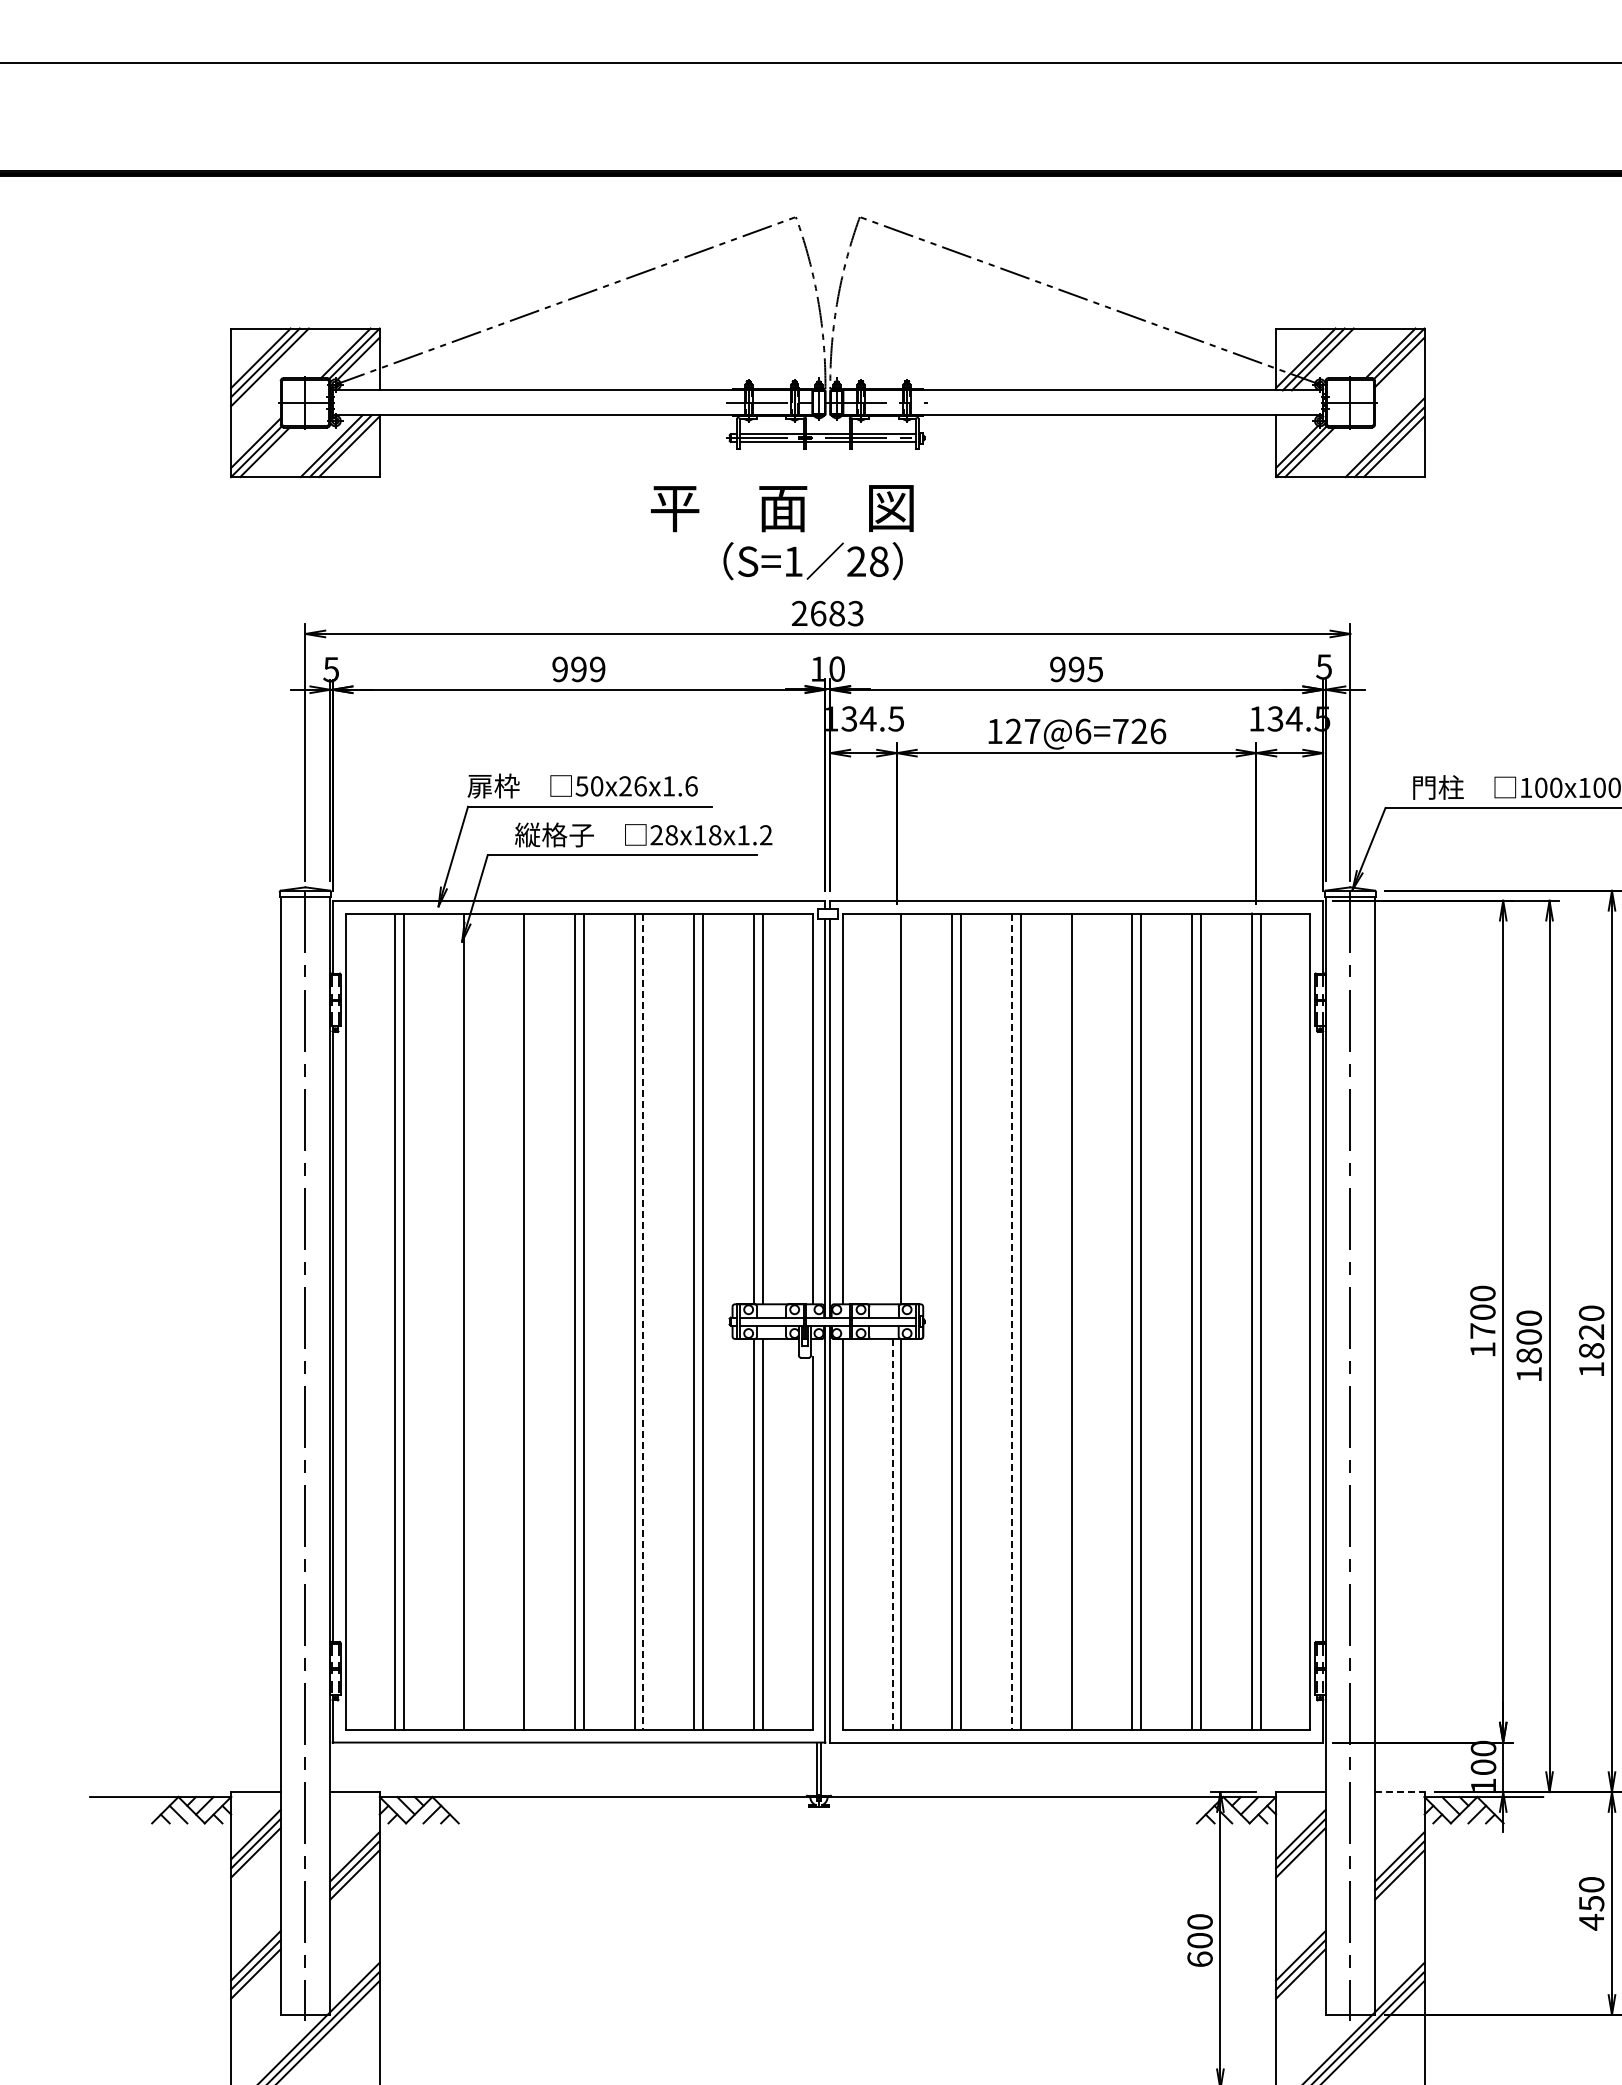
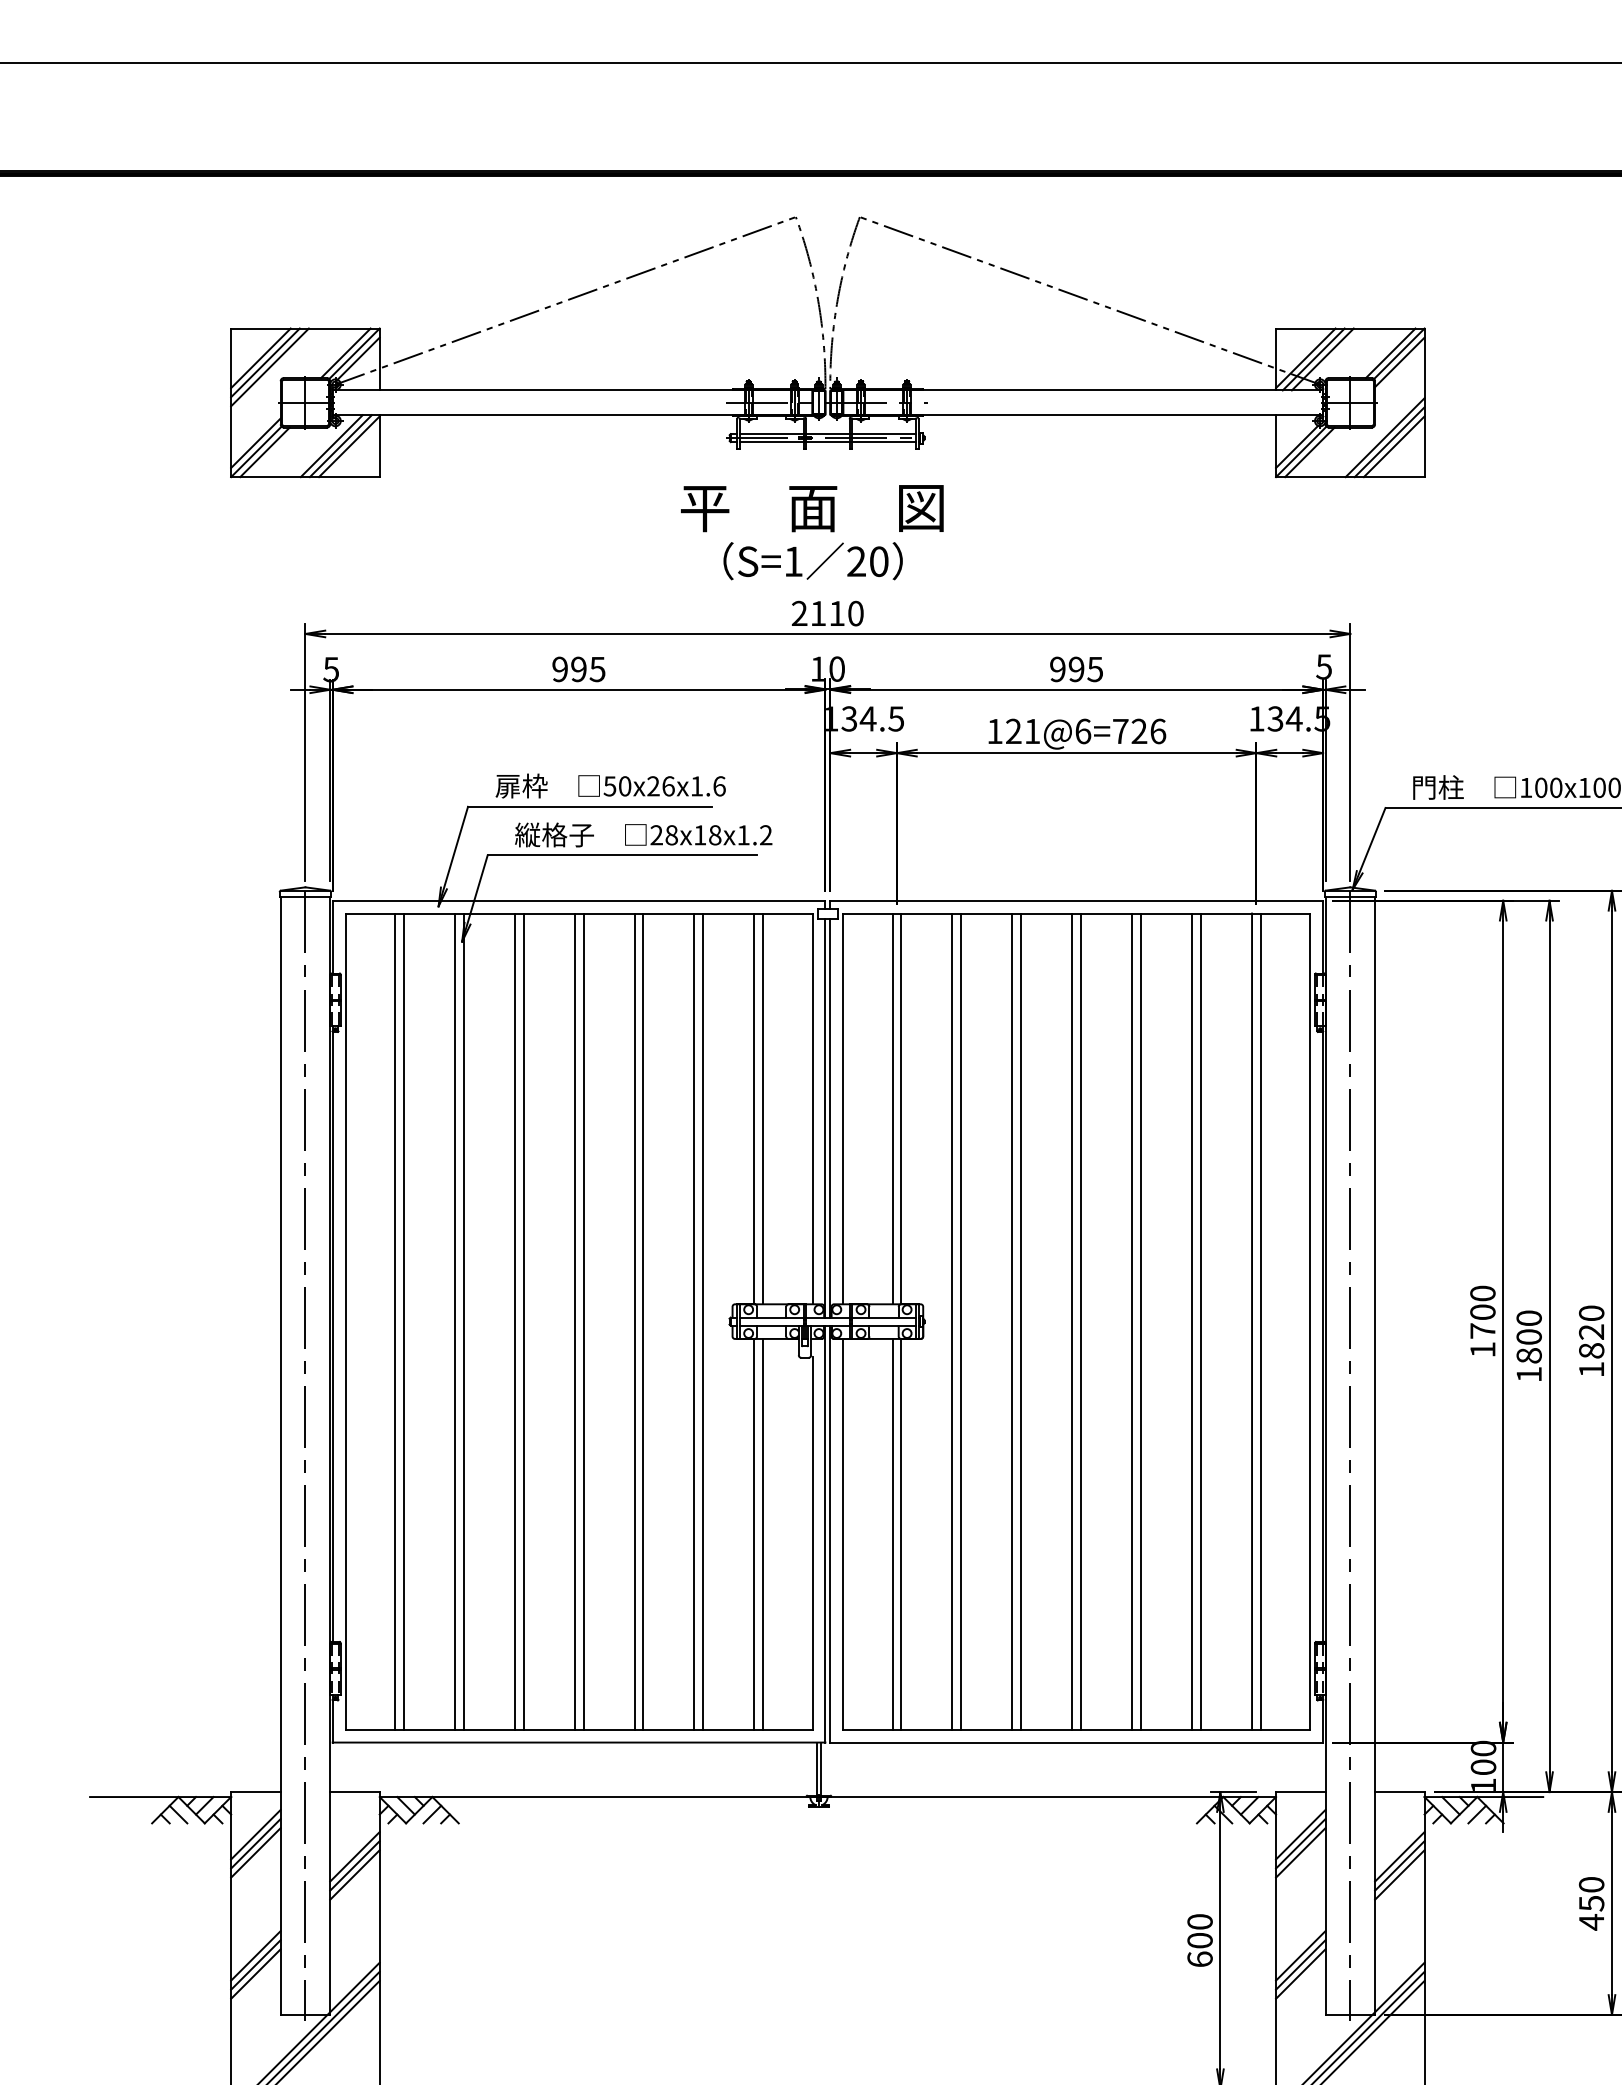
text at (782, 508) position: (782, 508) -> (812, 508)
text at (879, 561): 28 -> 20
text at (837, 613): 2683 -> 2110
text at (597, 669): 999 -> 995
text at (1032, 731): 127@6=726 -> 121@6=726
text at (582, 785) position: (582, 785) -> (610, 785)
line at (892, 1108): none -> present
line at (454, 1321): none -> present
line at (514, 1321): none -> present
line at (1081, 1321): none -> present
line at (643, 1322): dashed -> solid
line at (1012, 1322): dashed -> solid
line at (892, 1534): dashed -> solid
line at (1399, 1792): dashed -> solid
